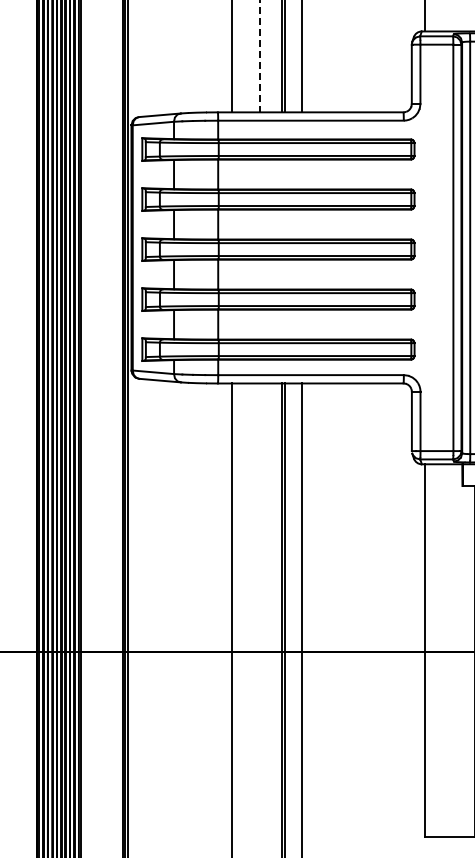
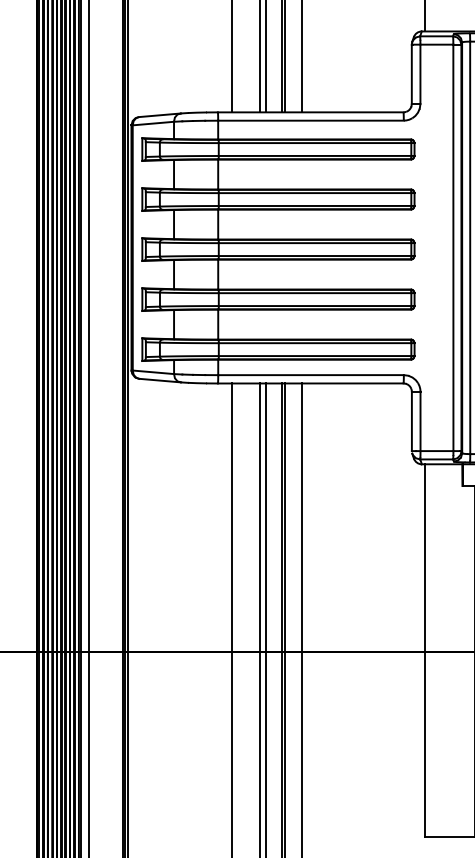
line at (259, 56): dashed -> solid
line at (265, 57): none -> present
line at (89, 428): none -> present
line at (259, 618): none -> present
line at (265, 618): none -> present
